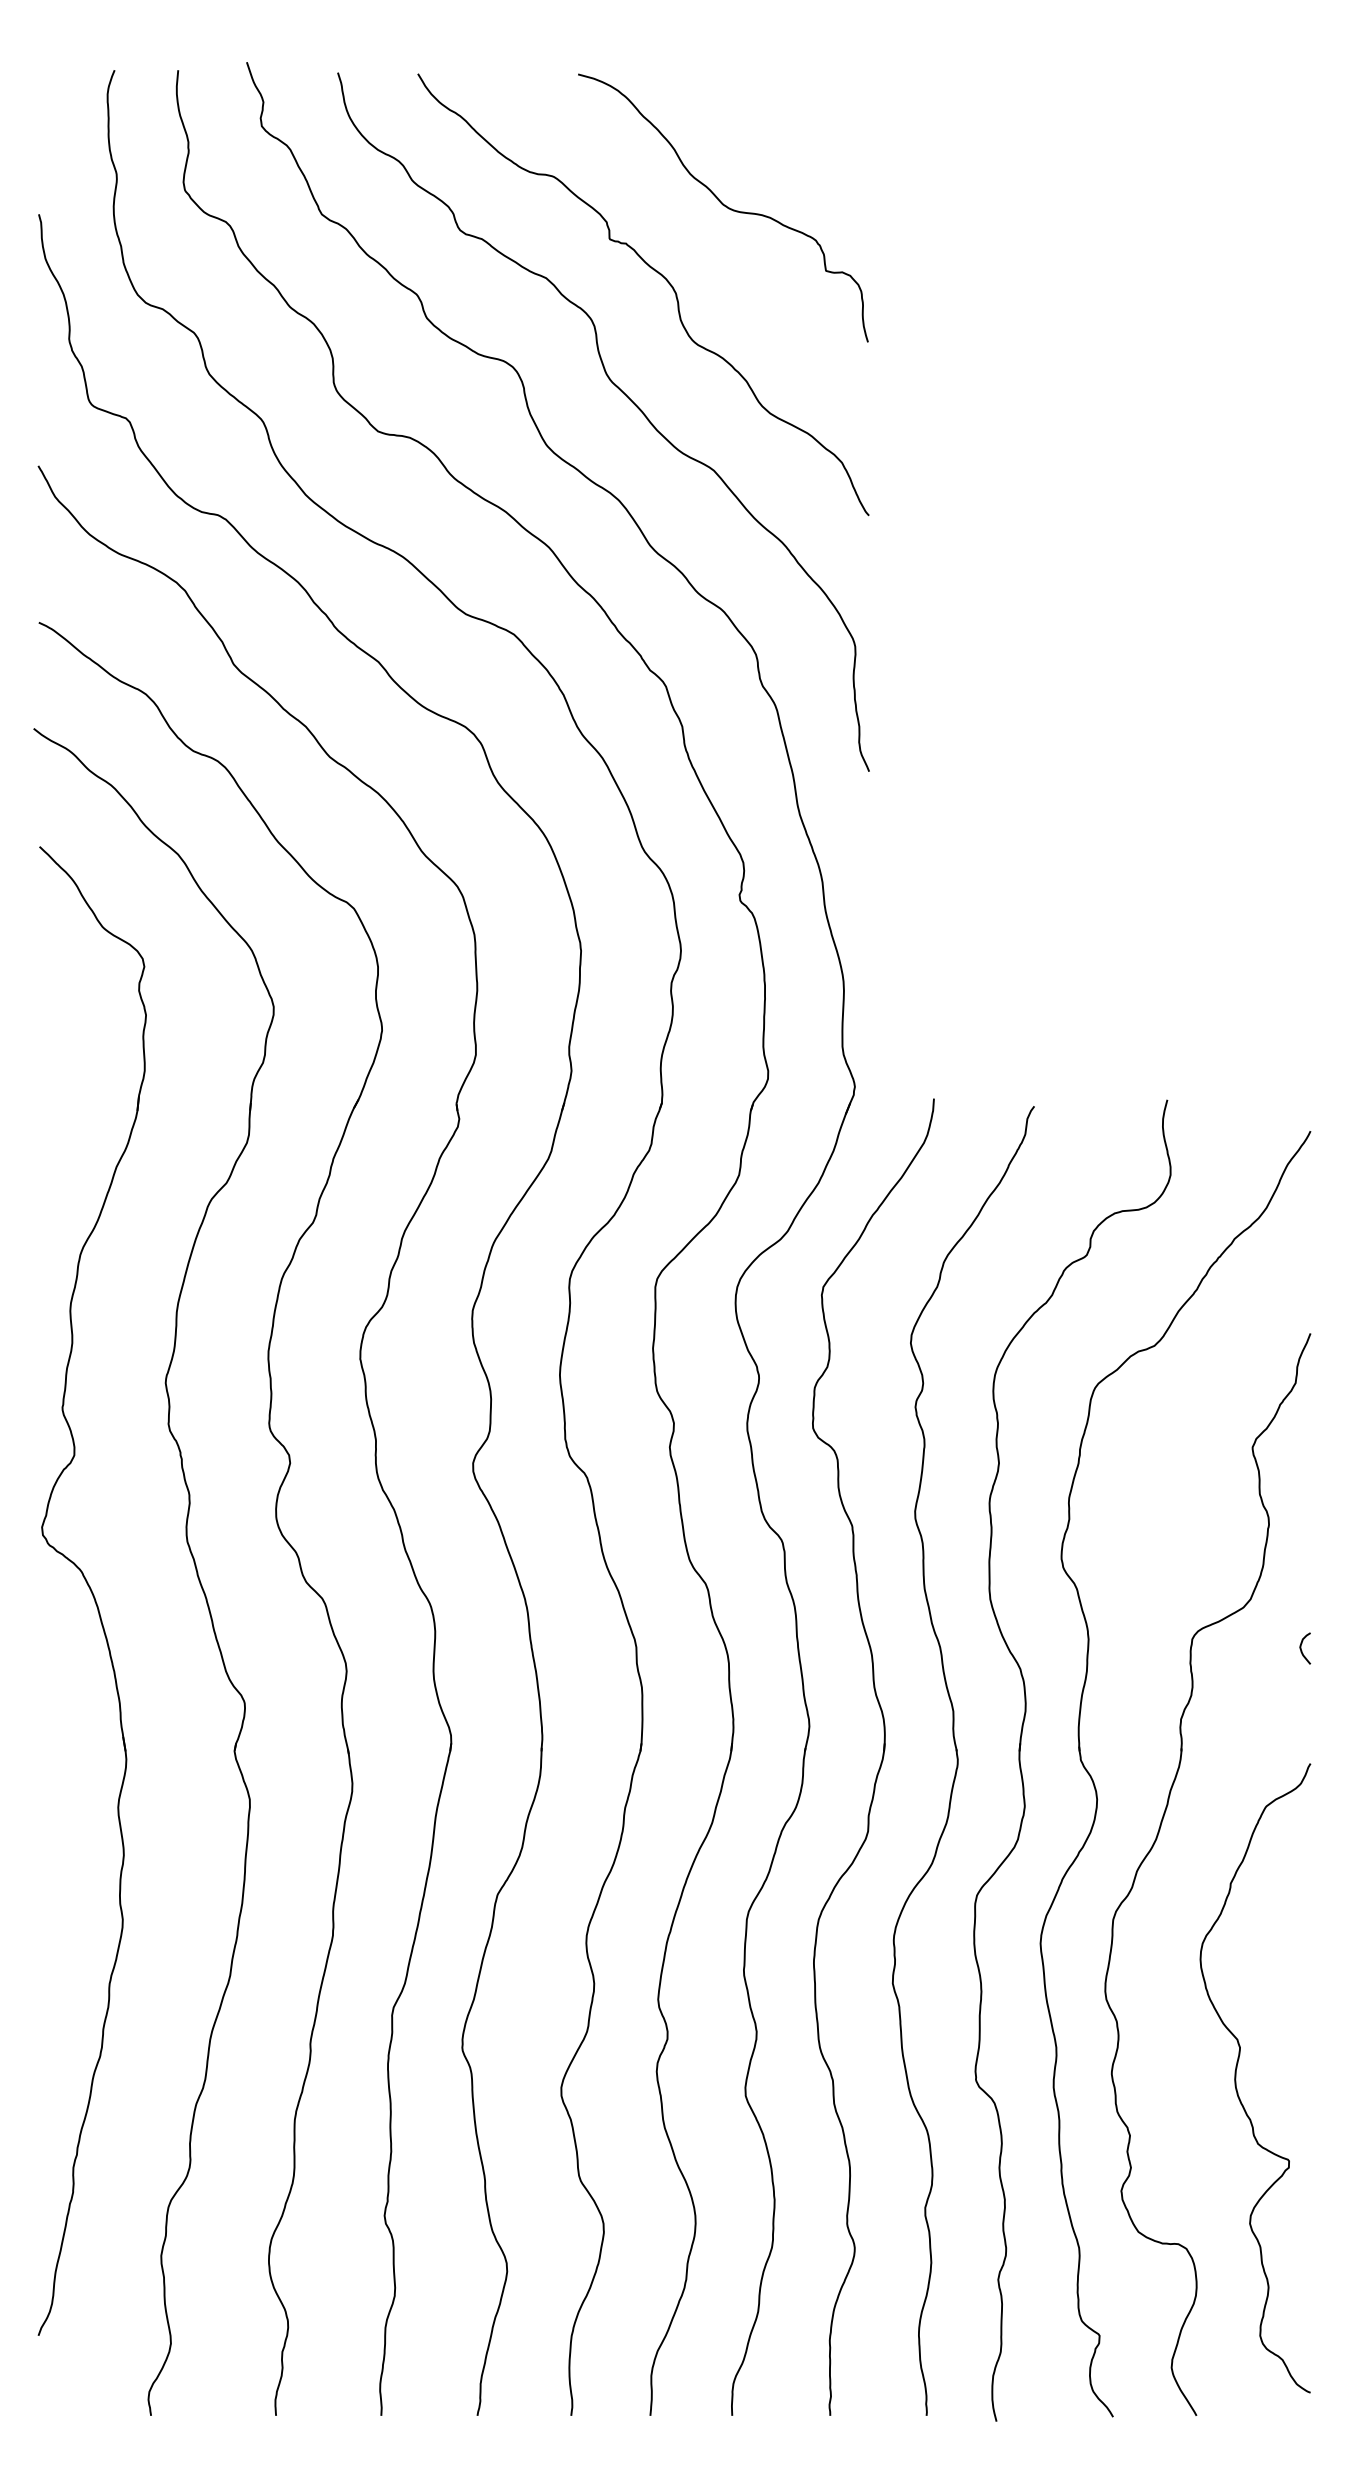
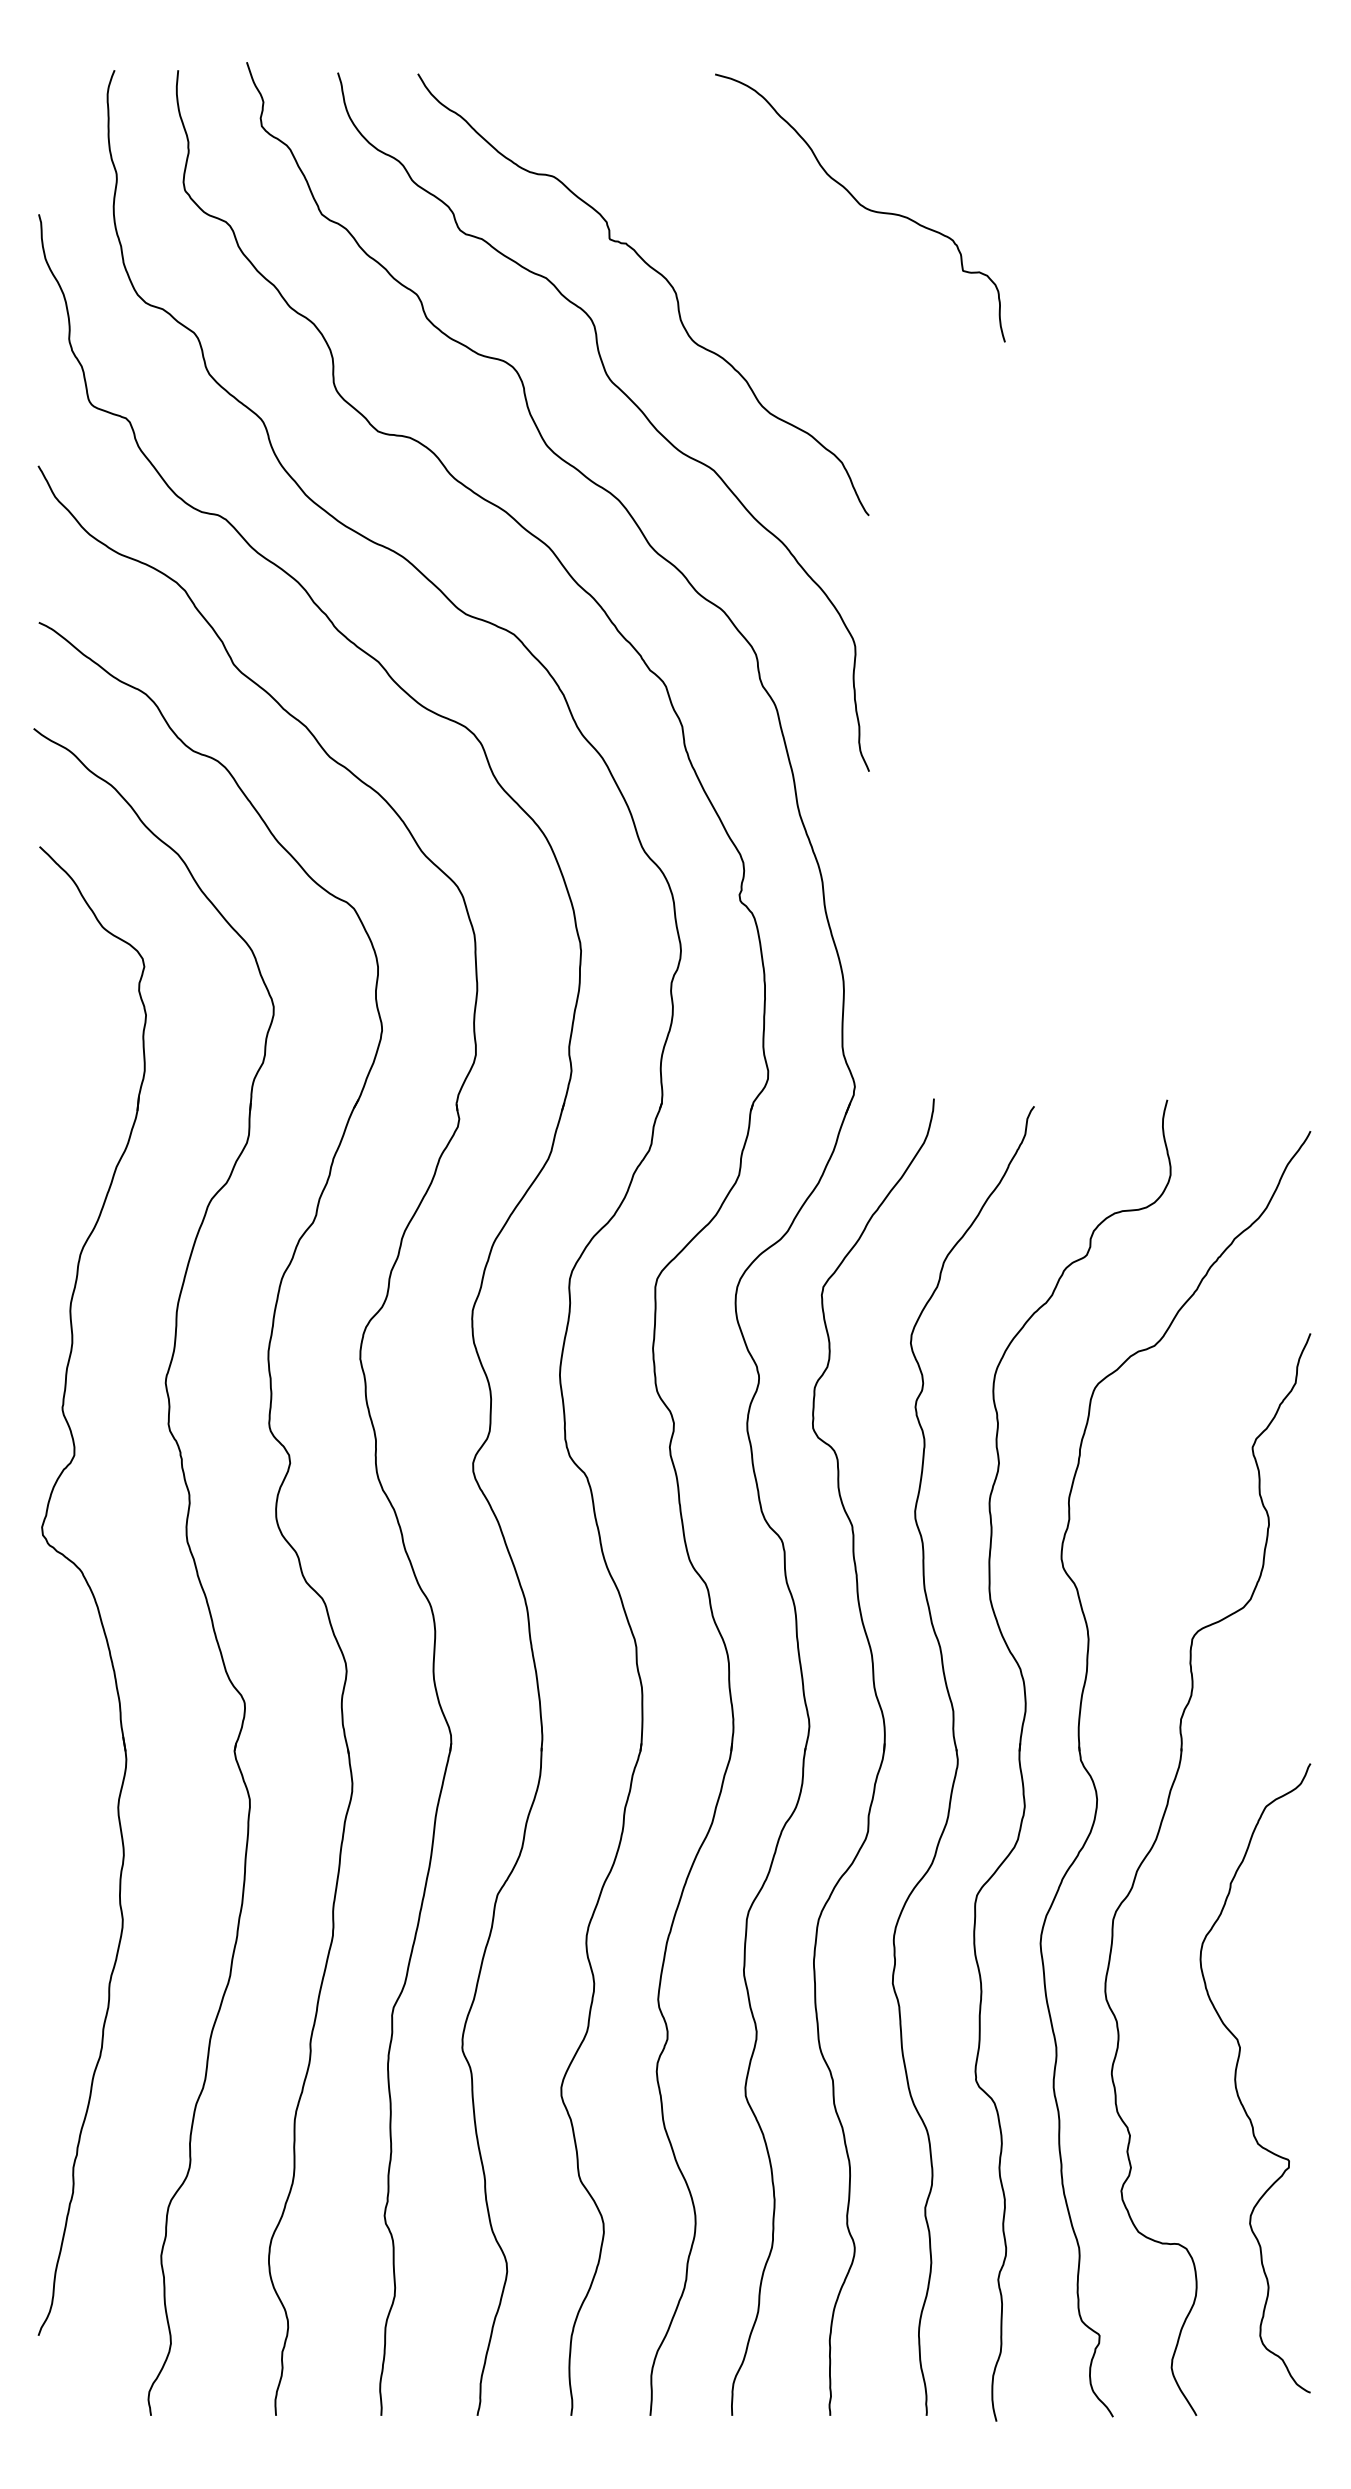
curve at (724, 206) position: (724, 206) -> (861, 206)
curve at (1302, 1650): present -> none
